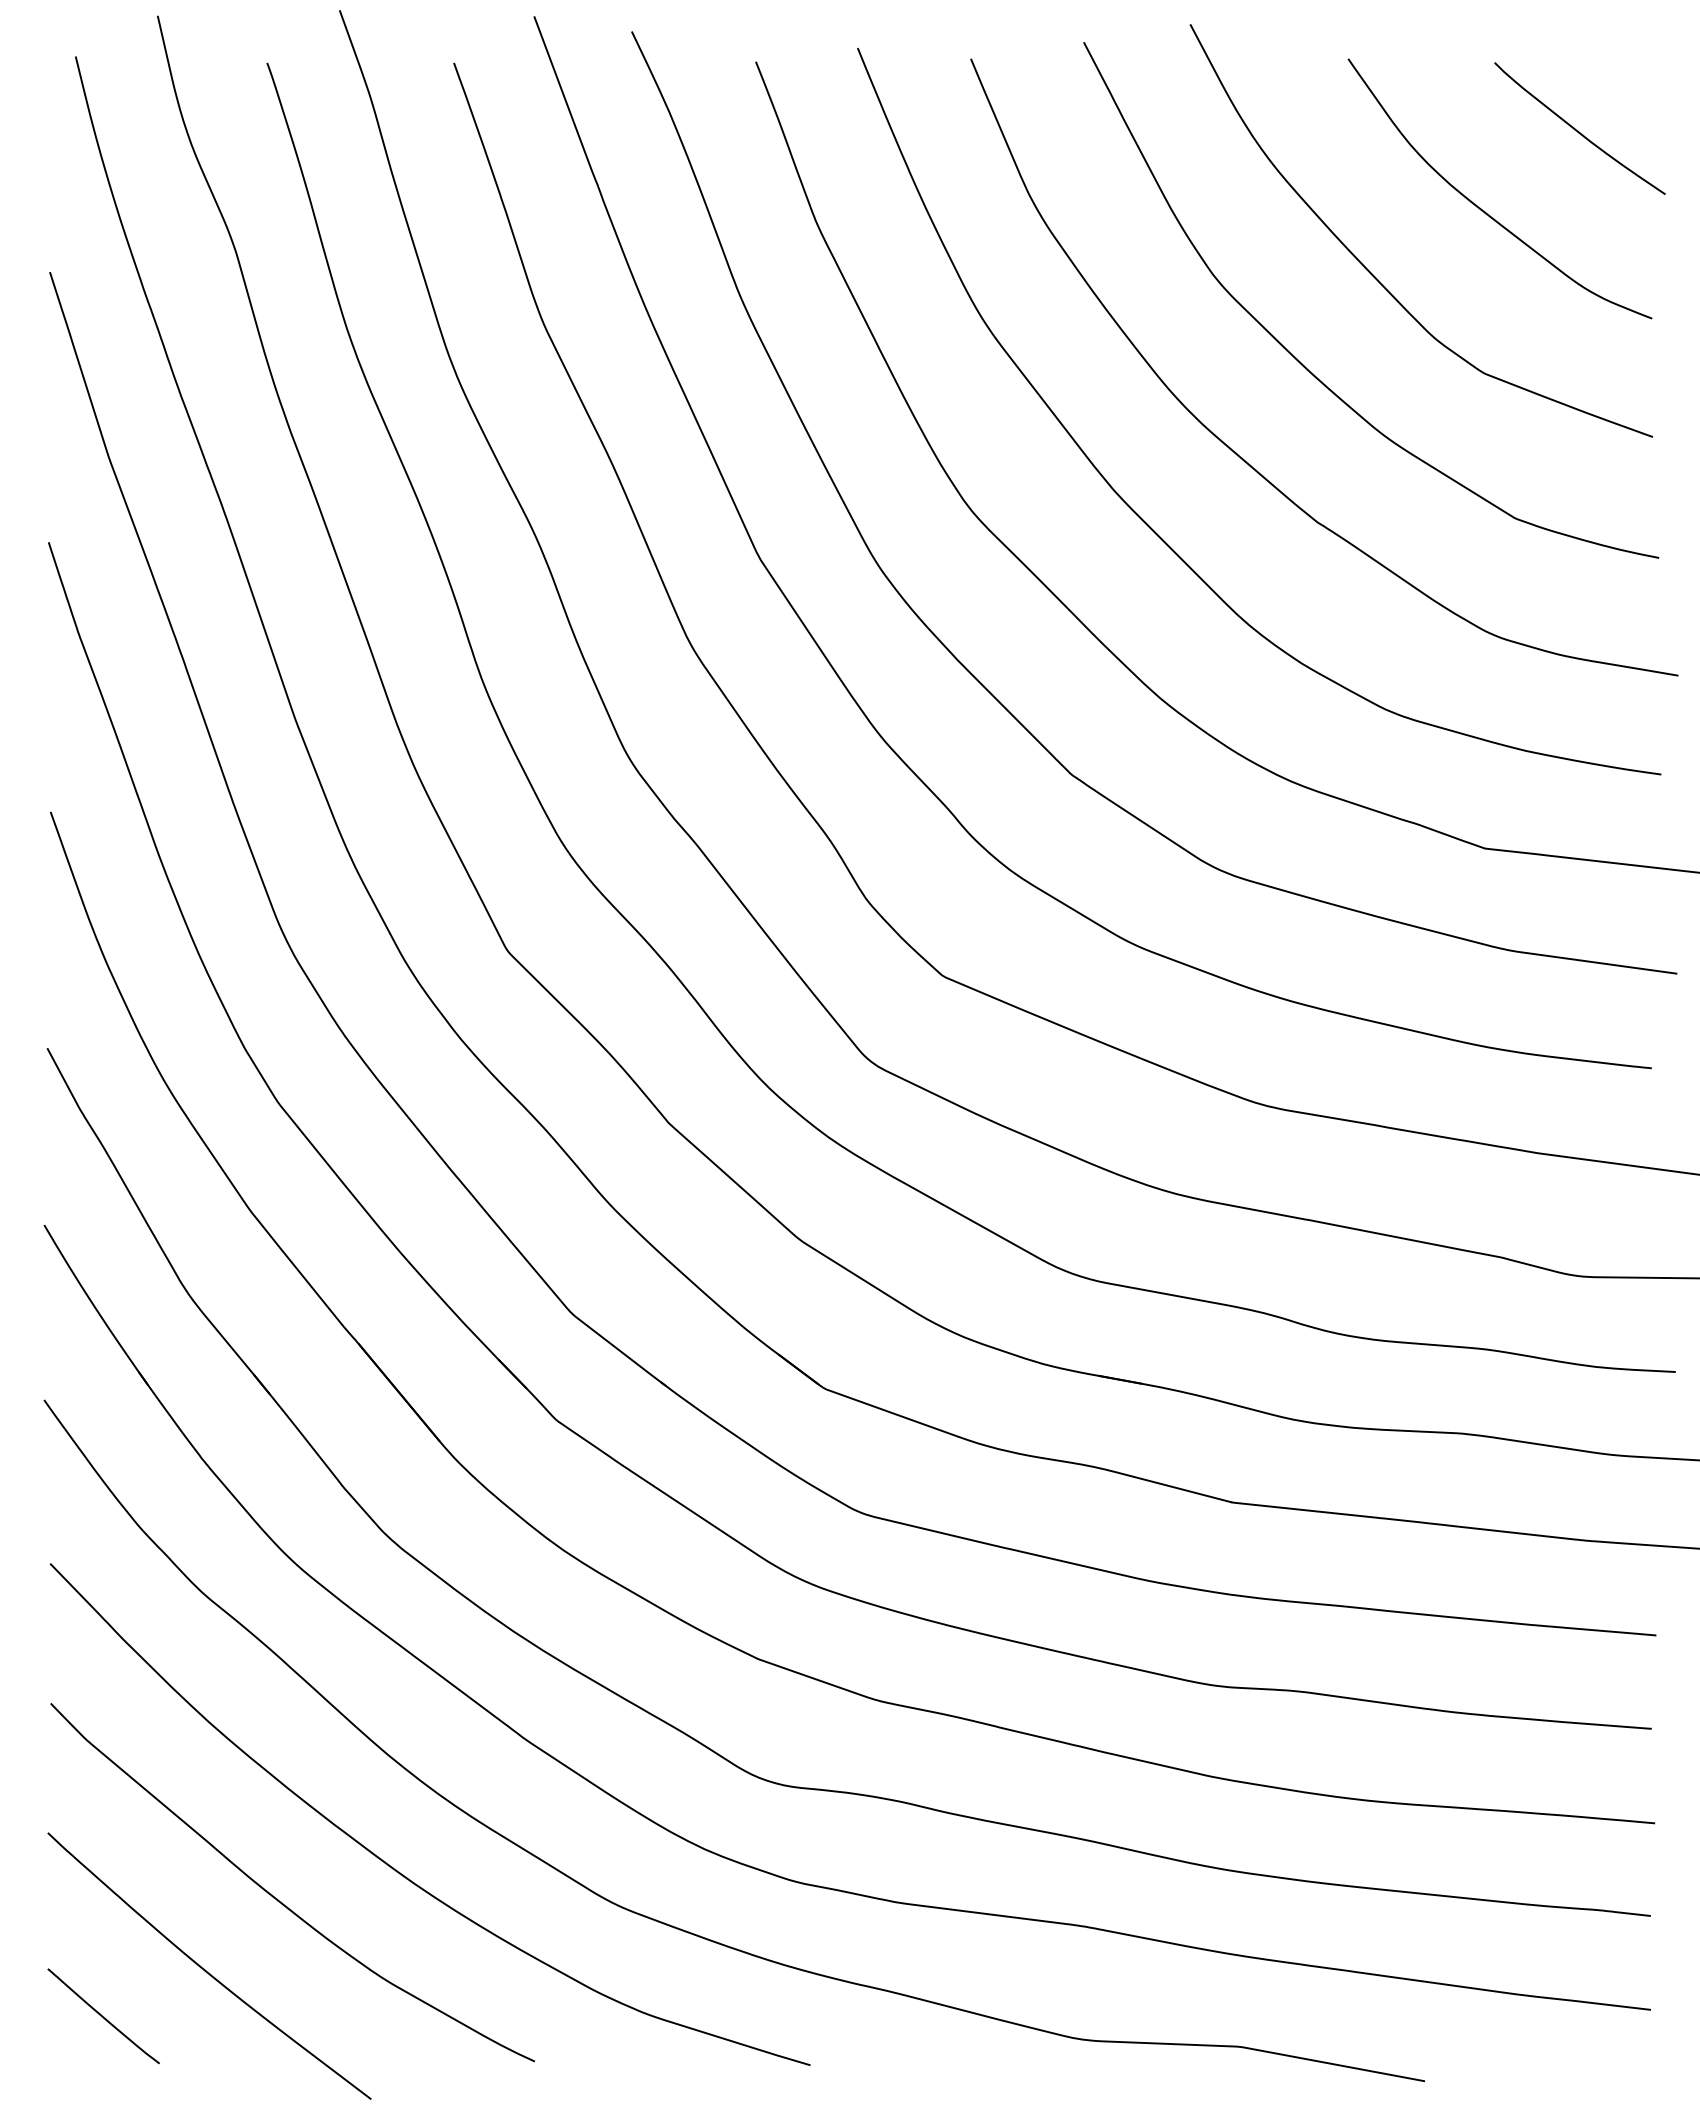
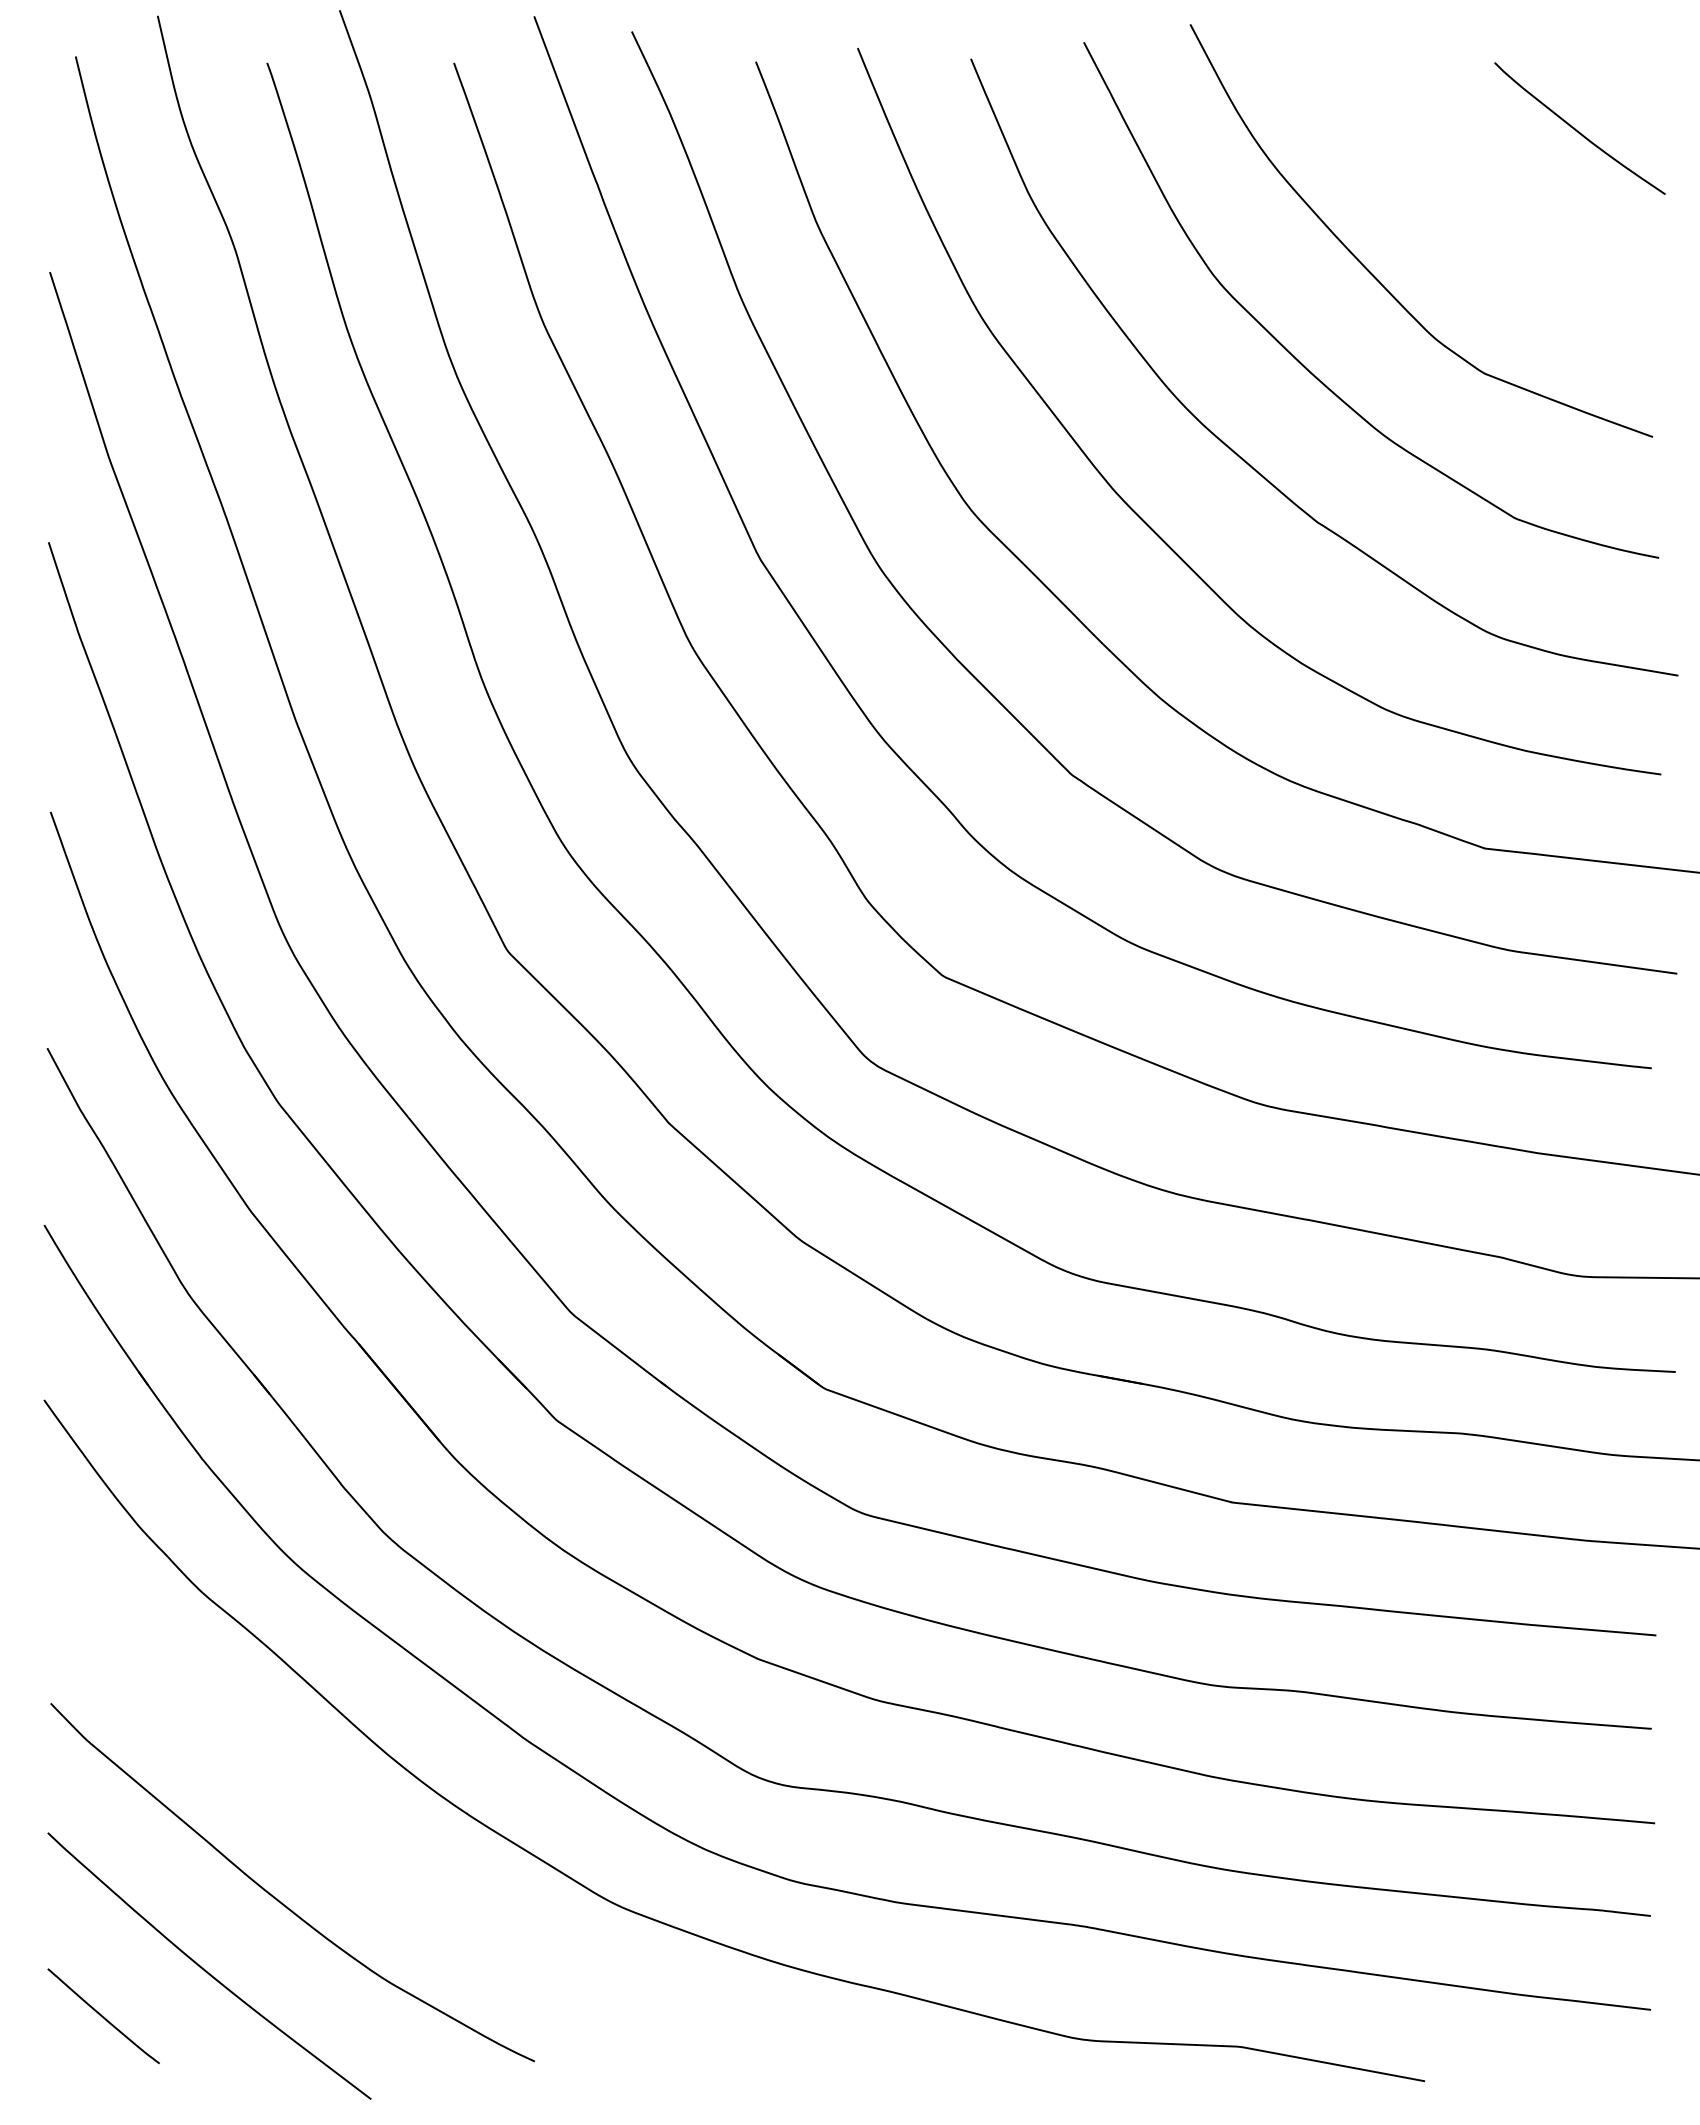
curve at (1480, 207): present -> none
curve at (392, 1866): present -> none
